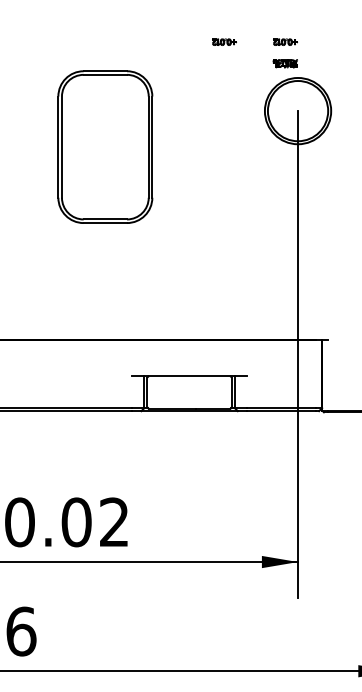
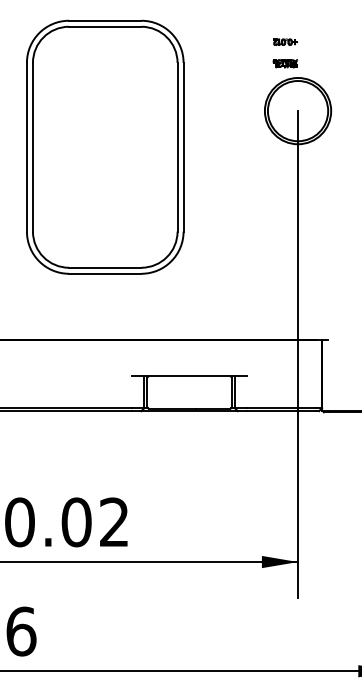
part at (224, 41): present -> none
part at (105, 146) size: 97x154 px -> 159x256 px
